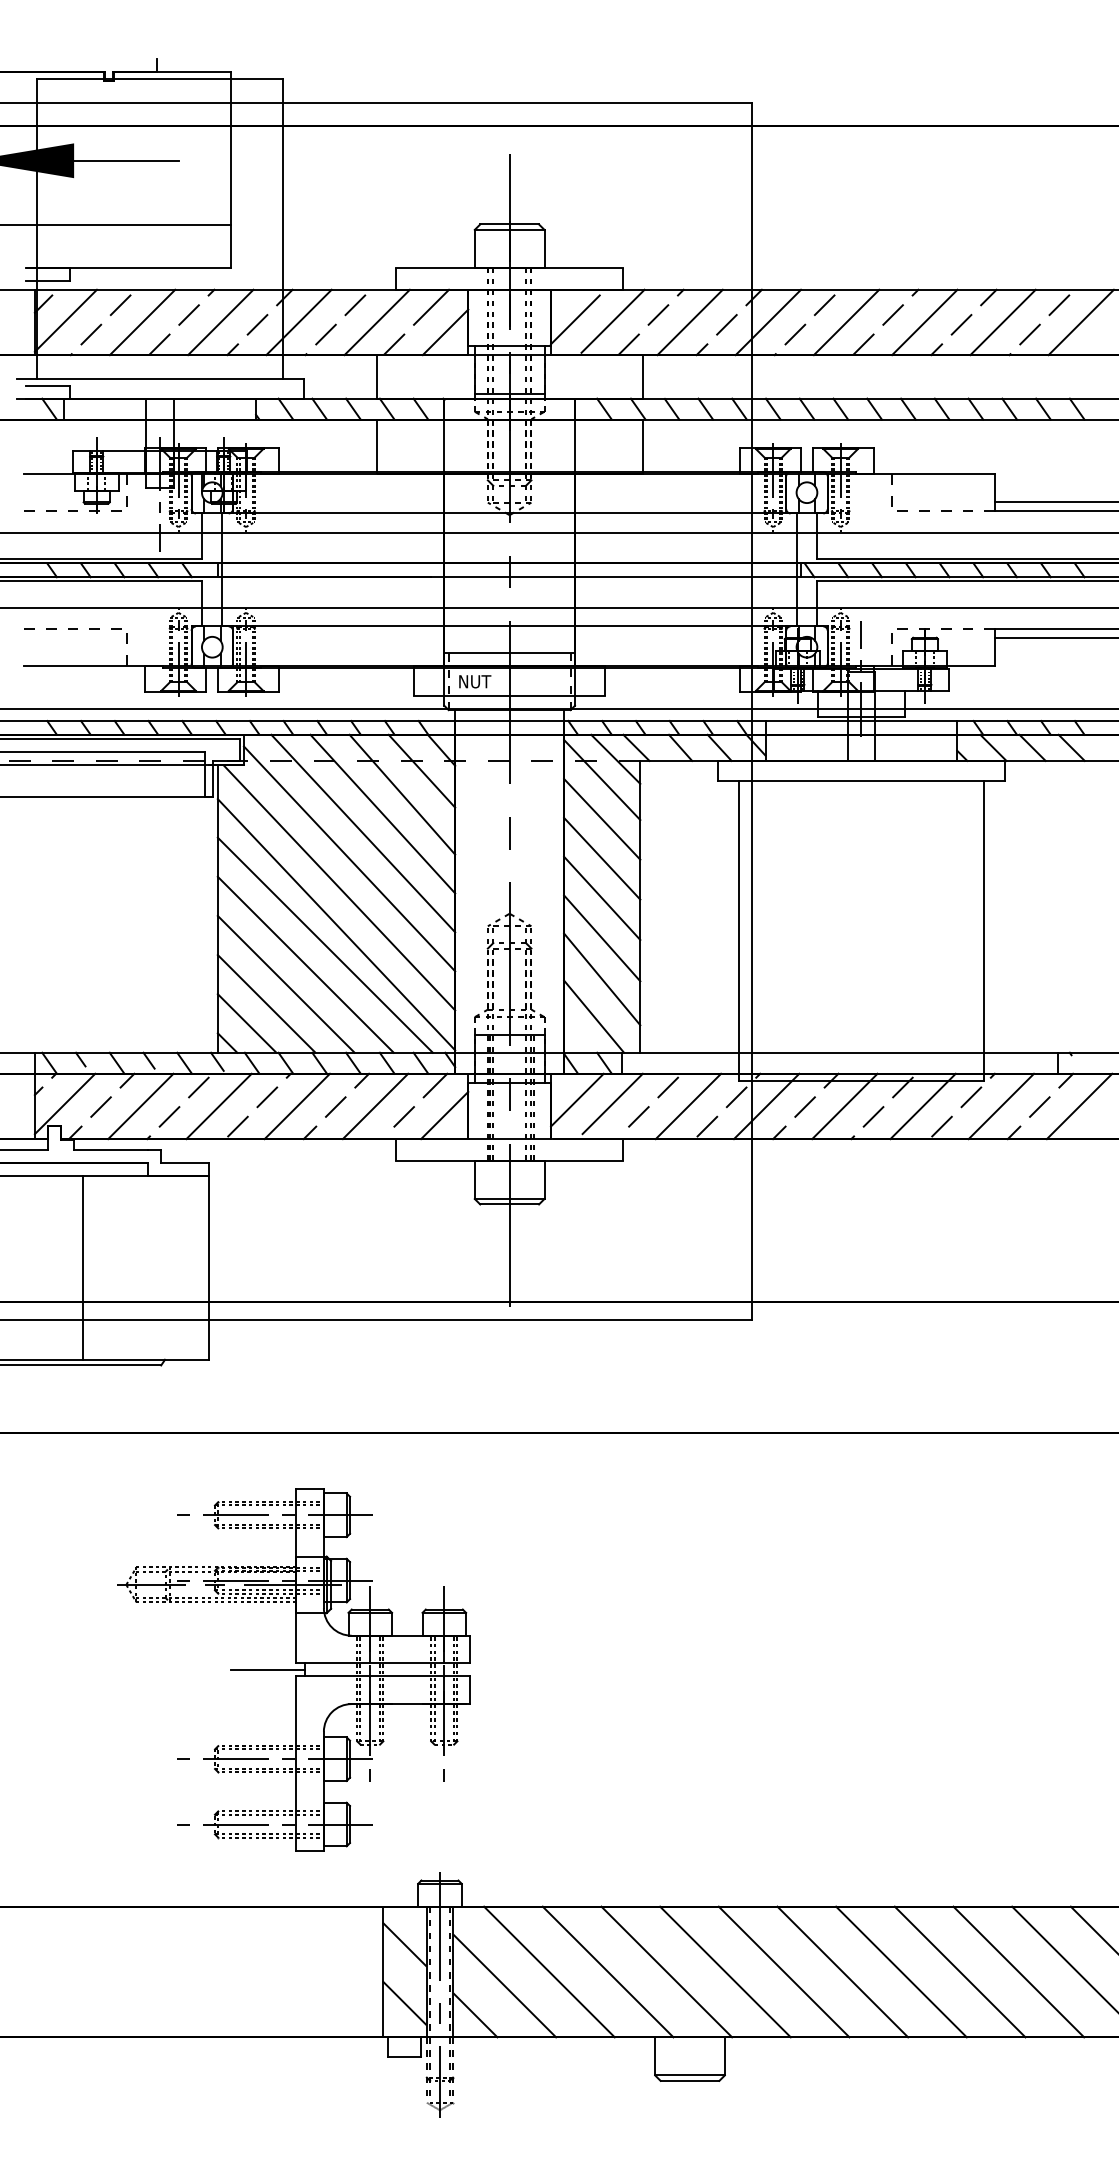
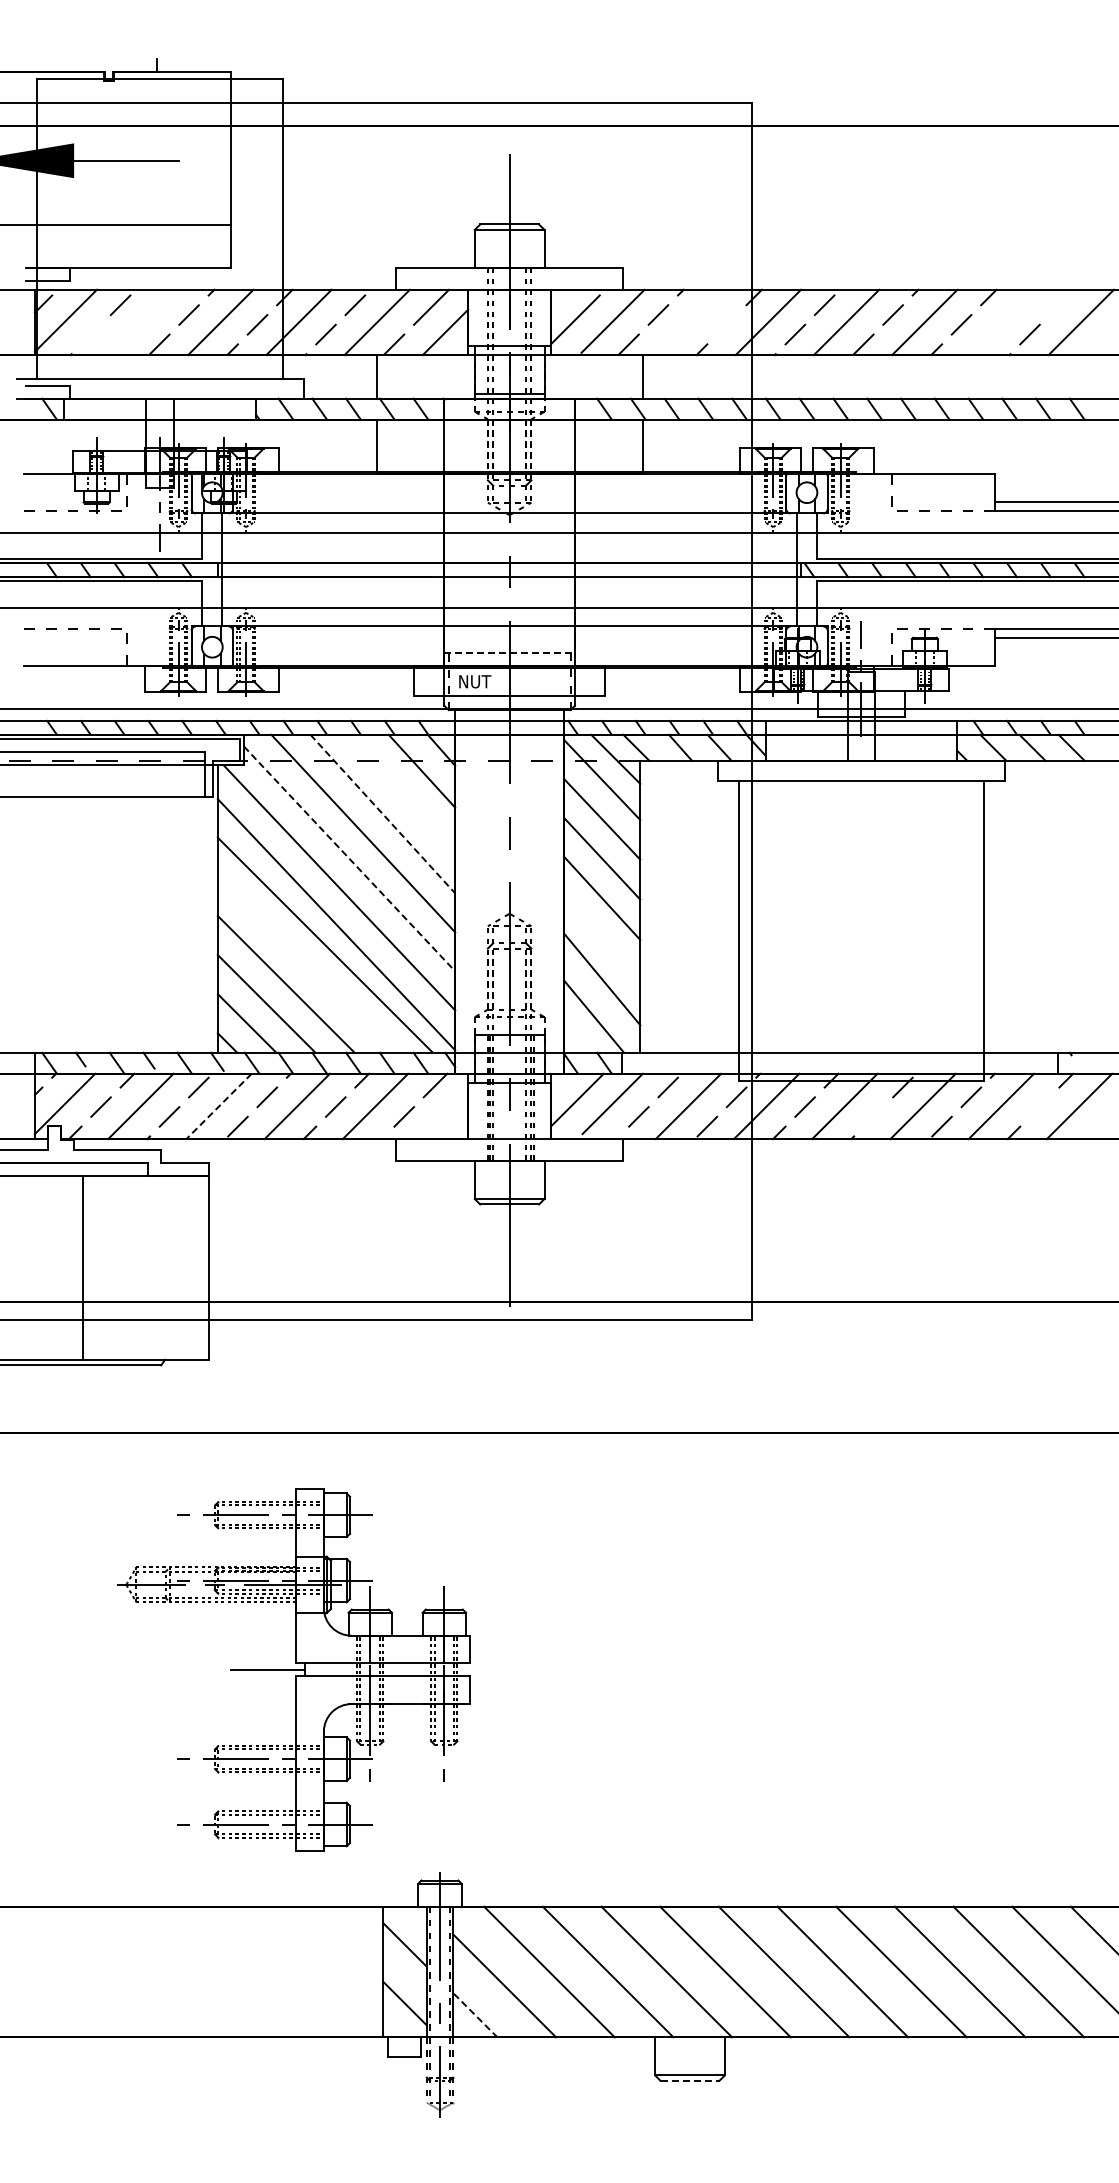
line at (1059, 305): present -> none
line at (142, 322): present -> none
line at (689, 322): present -> none
line at (1002, 322): present -> none
line at (726, 324): present -> none
line at (91, 334): present -> none
line at (510, 653): solid -> dashed
line at (402, 794): present -> none
line at (383, 814): solid -> dashed
line at (349, 859): solid -> dashed
line at (602, 938): present -> none
line at (305, 964): present -> none
line at (218, 1106): solid -> dashed
line at (1039, 1106): present -> none
line at (444, 1115): present -> none
line at (873, 1116): present -> none
line at (475, 2015): solid -> dashed
line at (690, 2080): solid -> dashed
